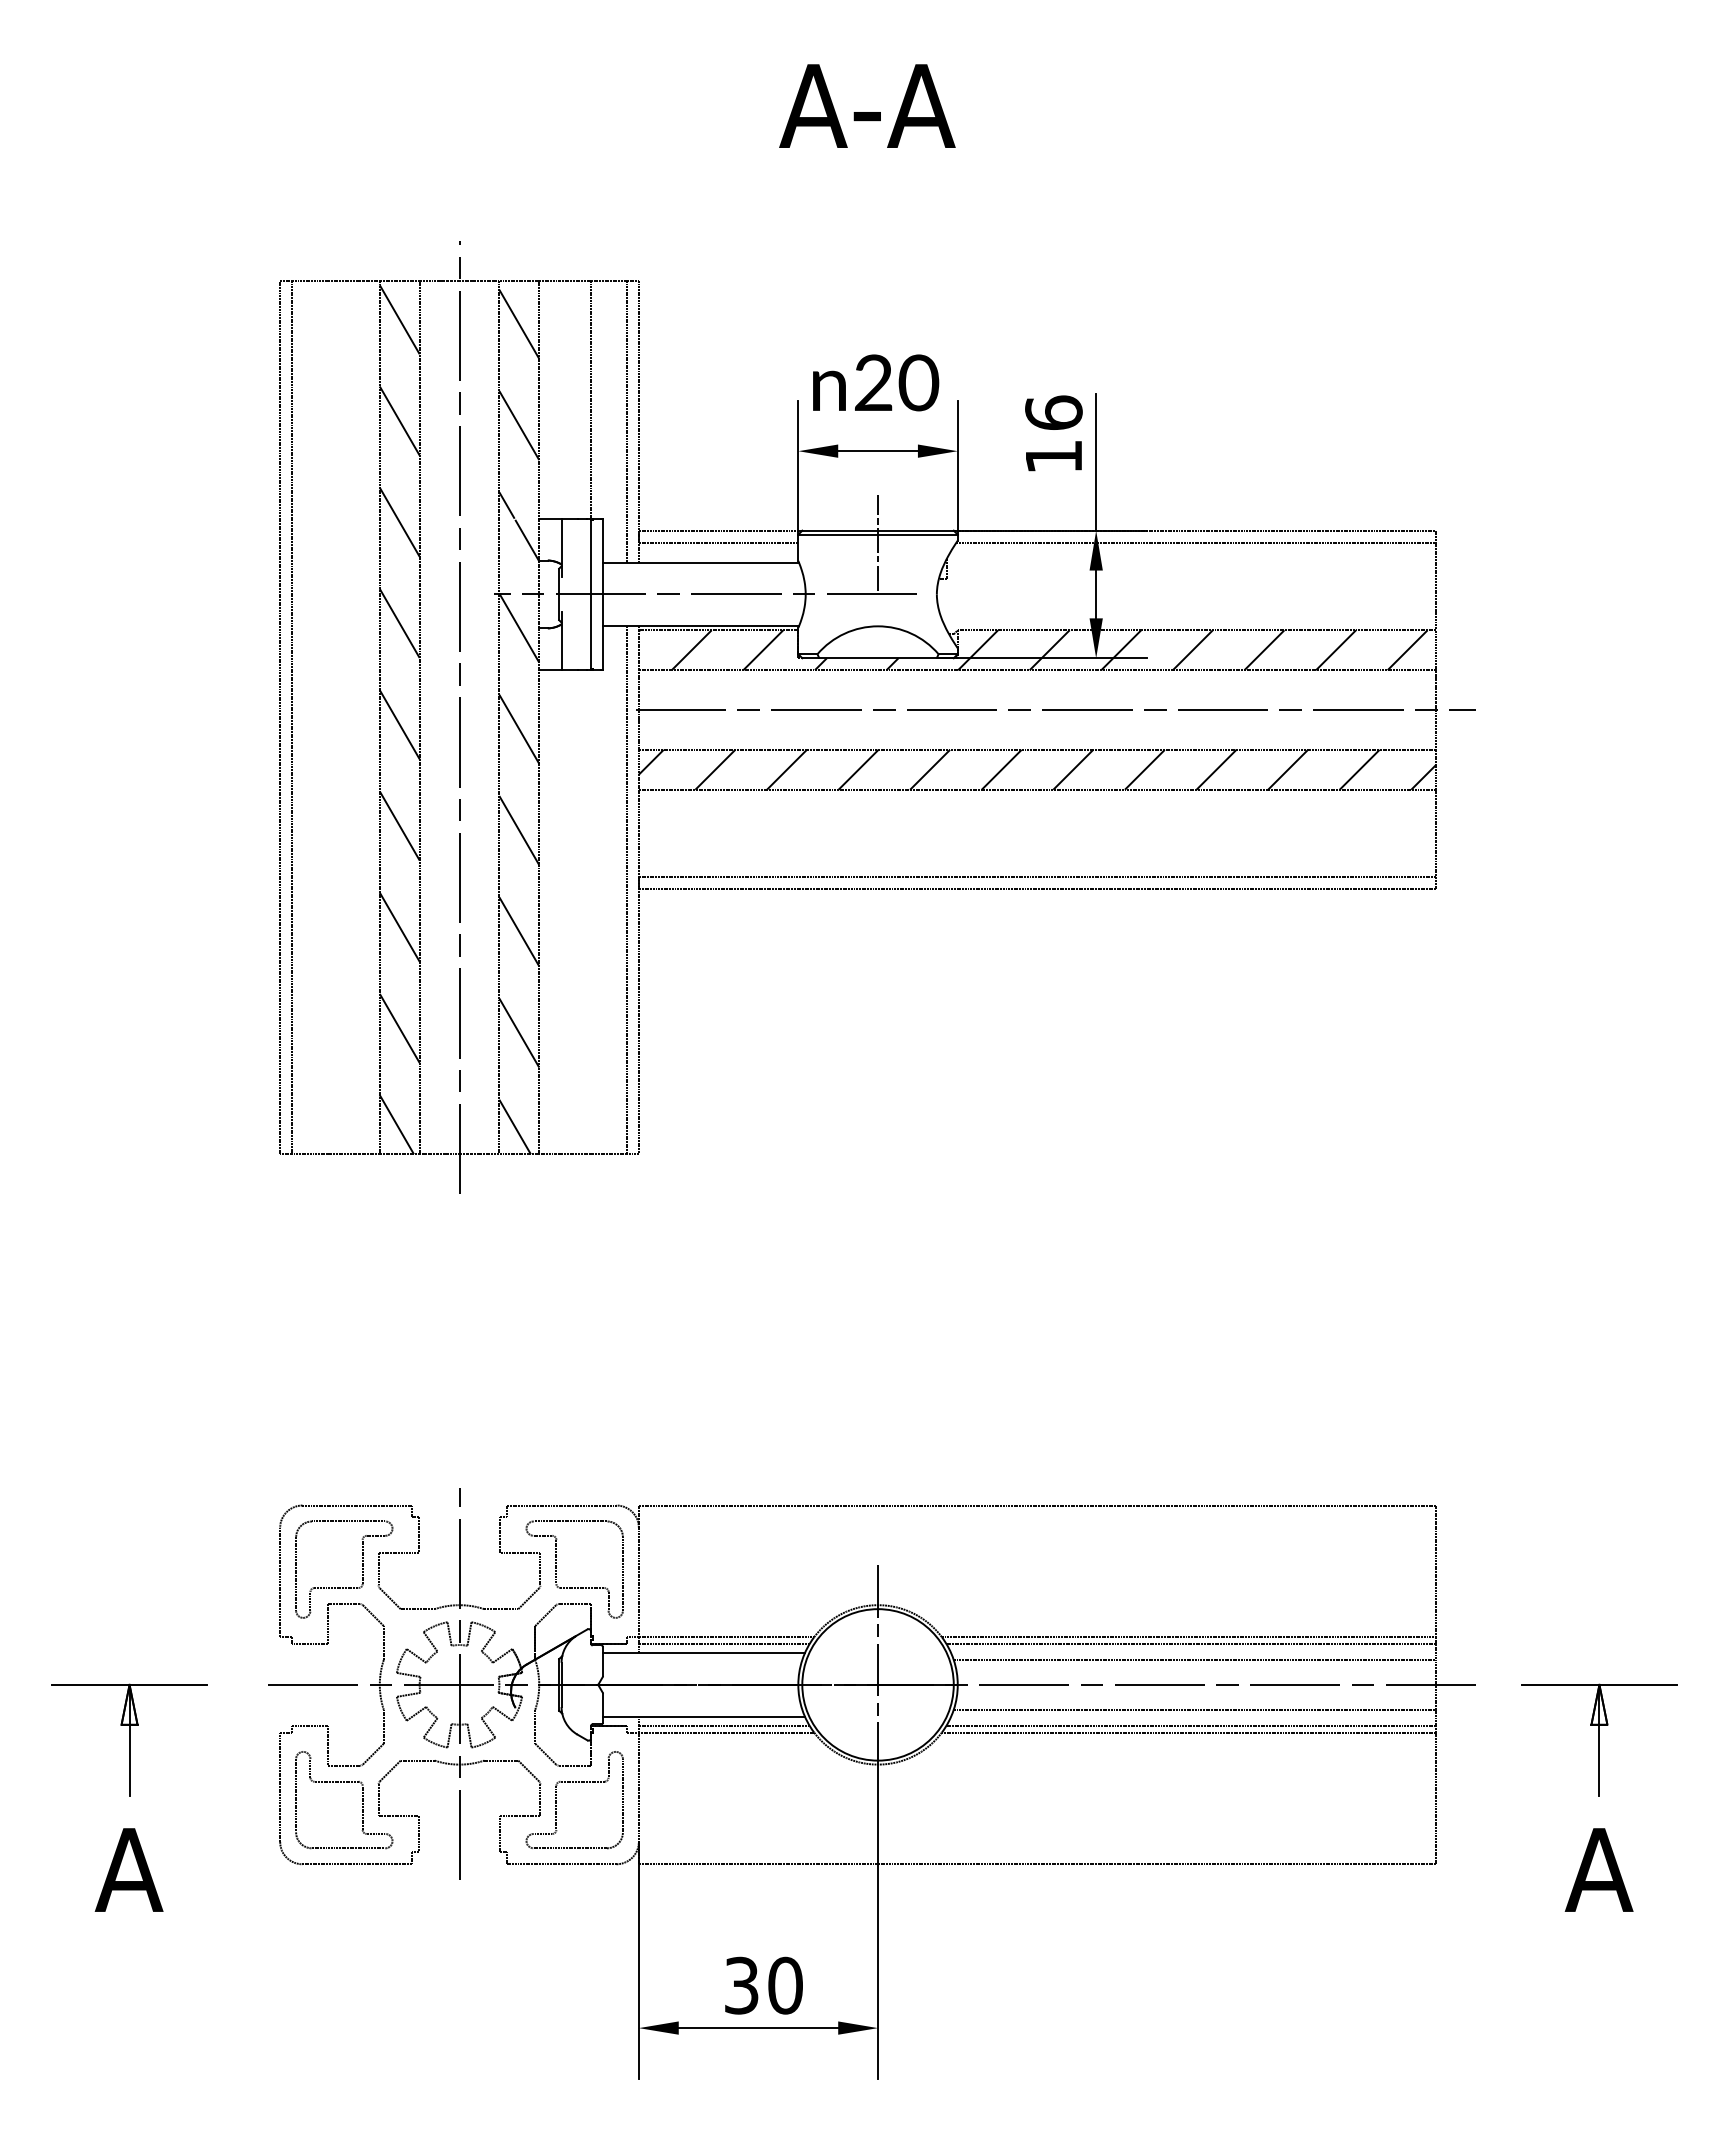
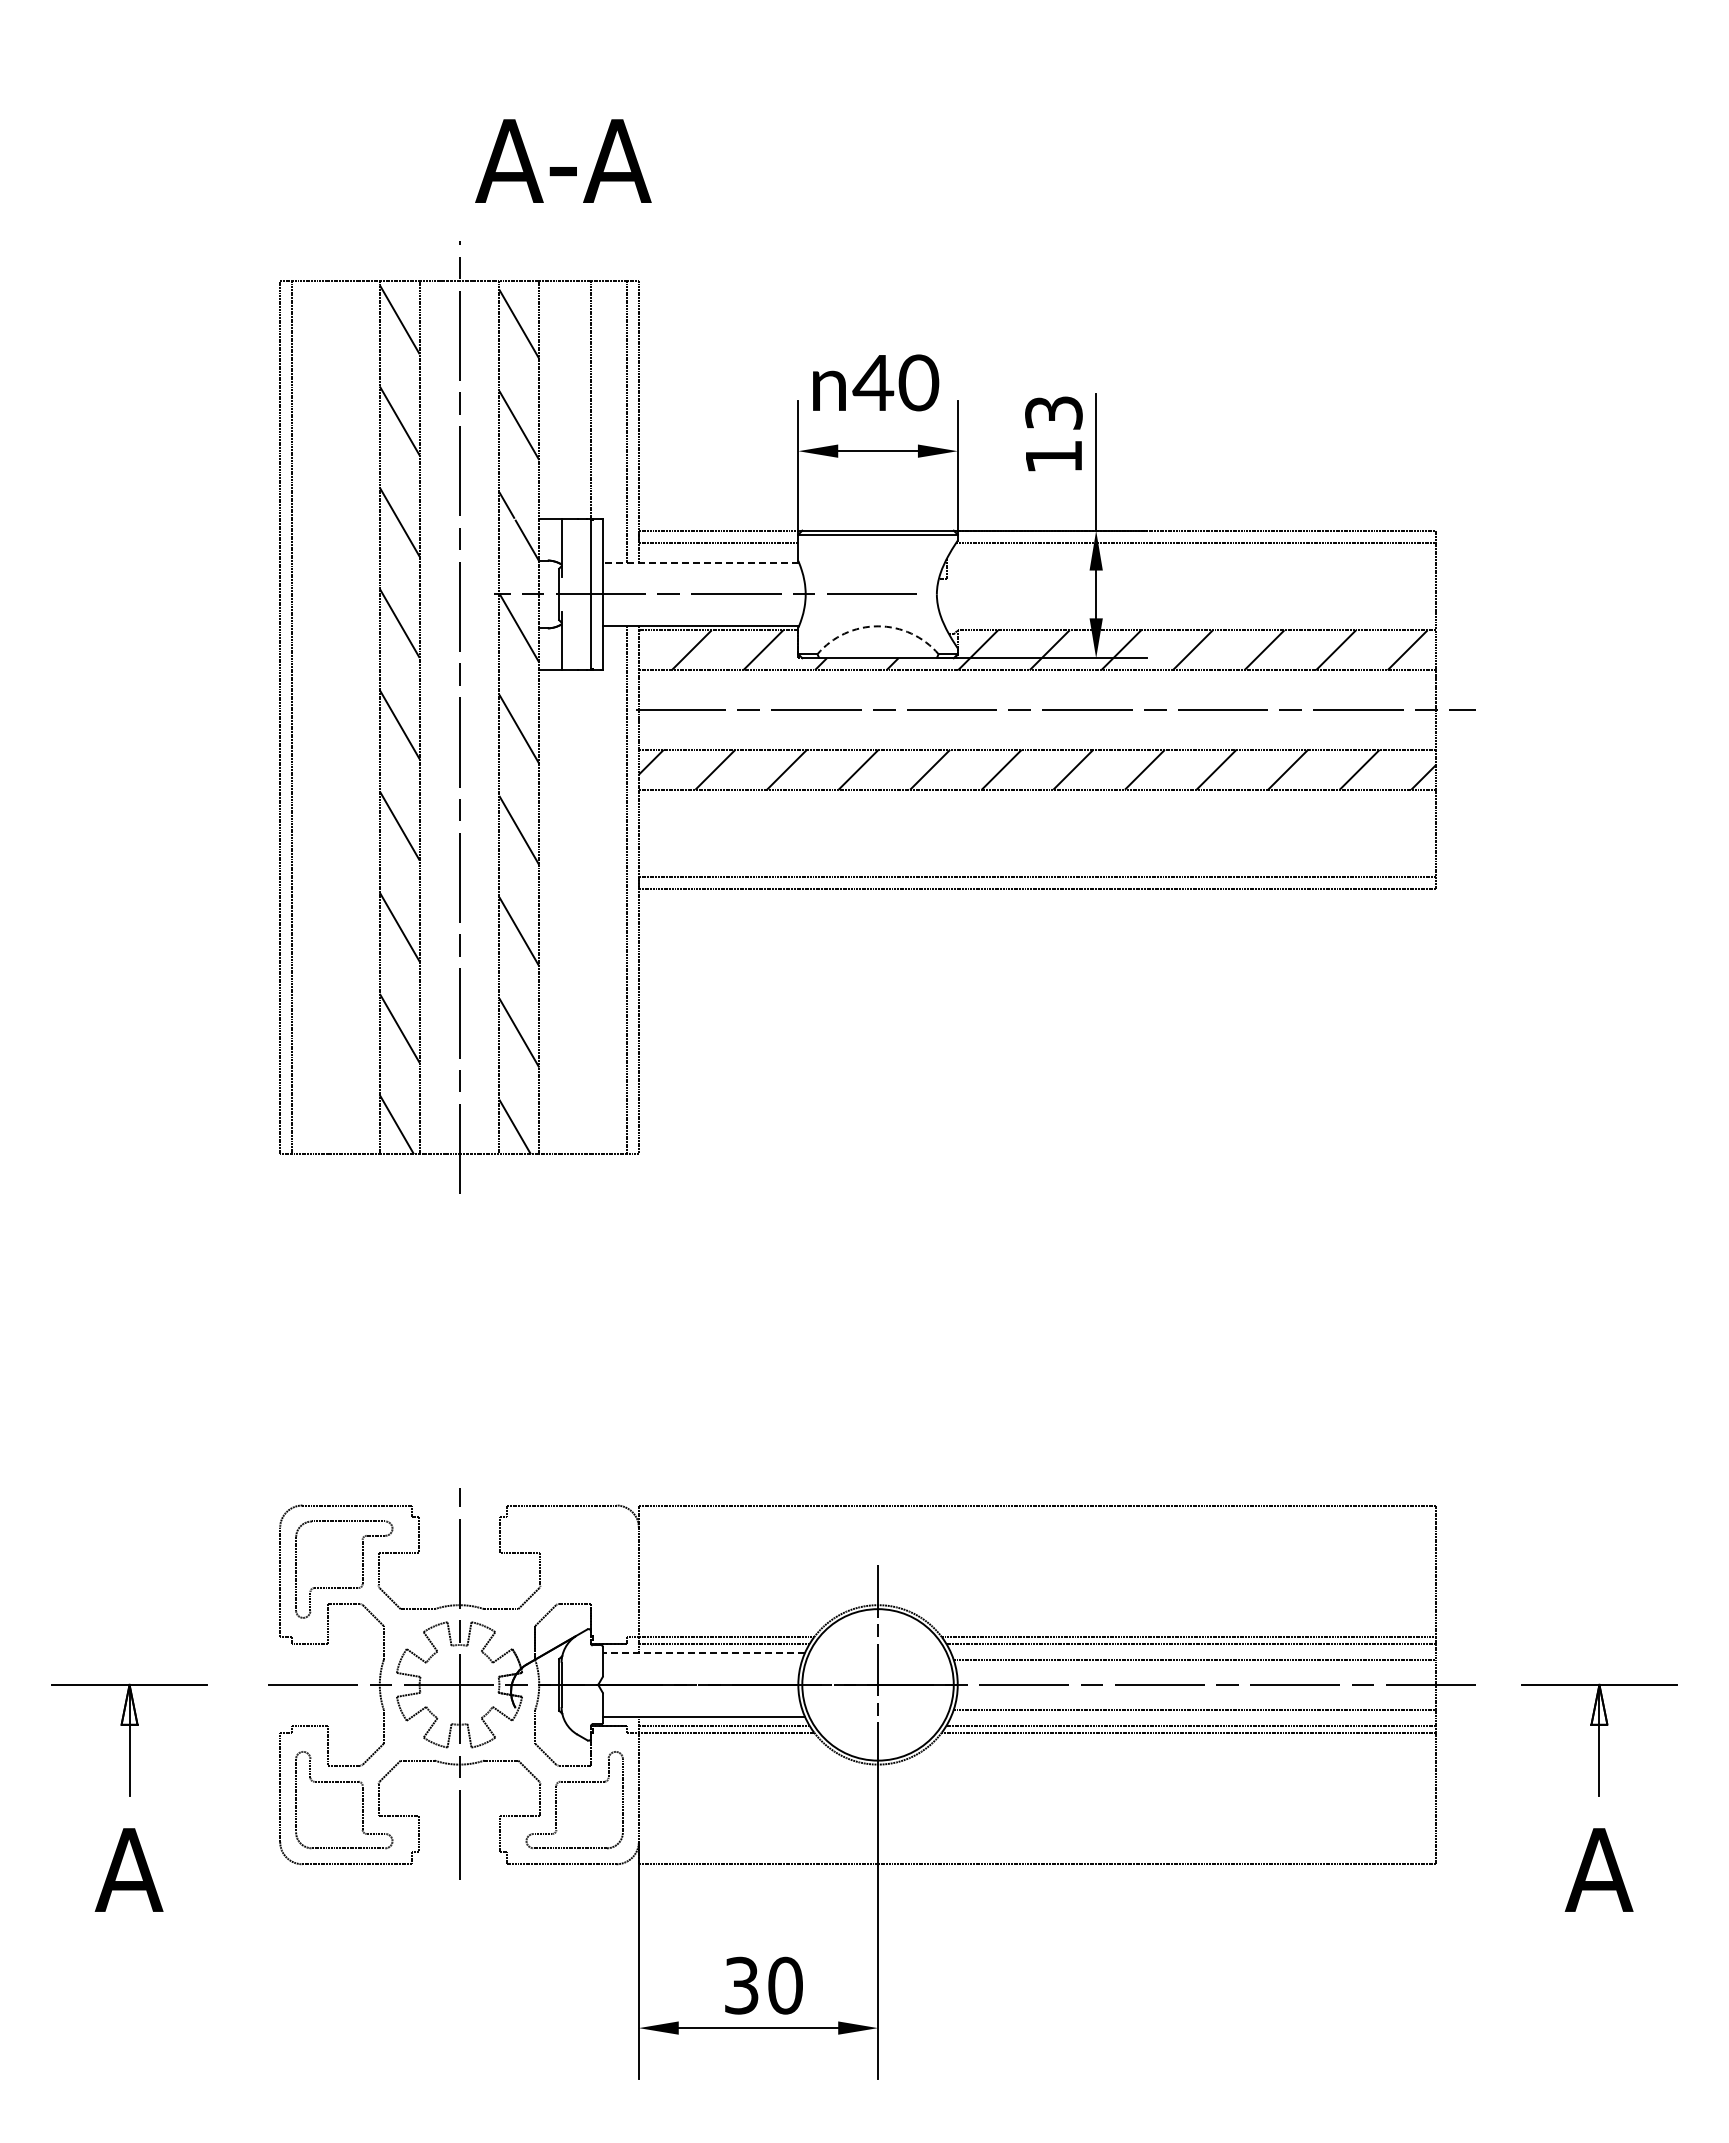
text at (867, 105) position: (867, 105) -> (563, 160)
text at (873, 382): 20 -> 40
text at (1053, 412): 16 -> 13
line at (878, 542): present -> none
line at (701, 562): solid -> dashed
arc at (878, 626): solid -> dashed
part at (574, 1587): present -> none
line at (704, 1653): solid -> dashed
